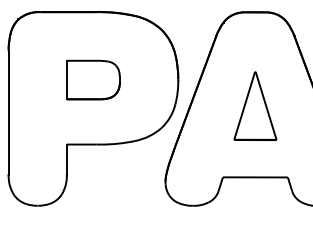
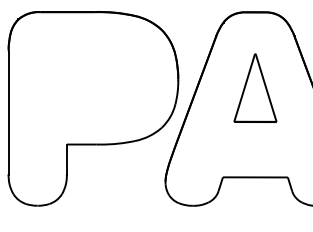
part at (93, 79): present -> none
part at (255, 105) position: (255, 105) -> (255, 87)
